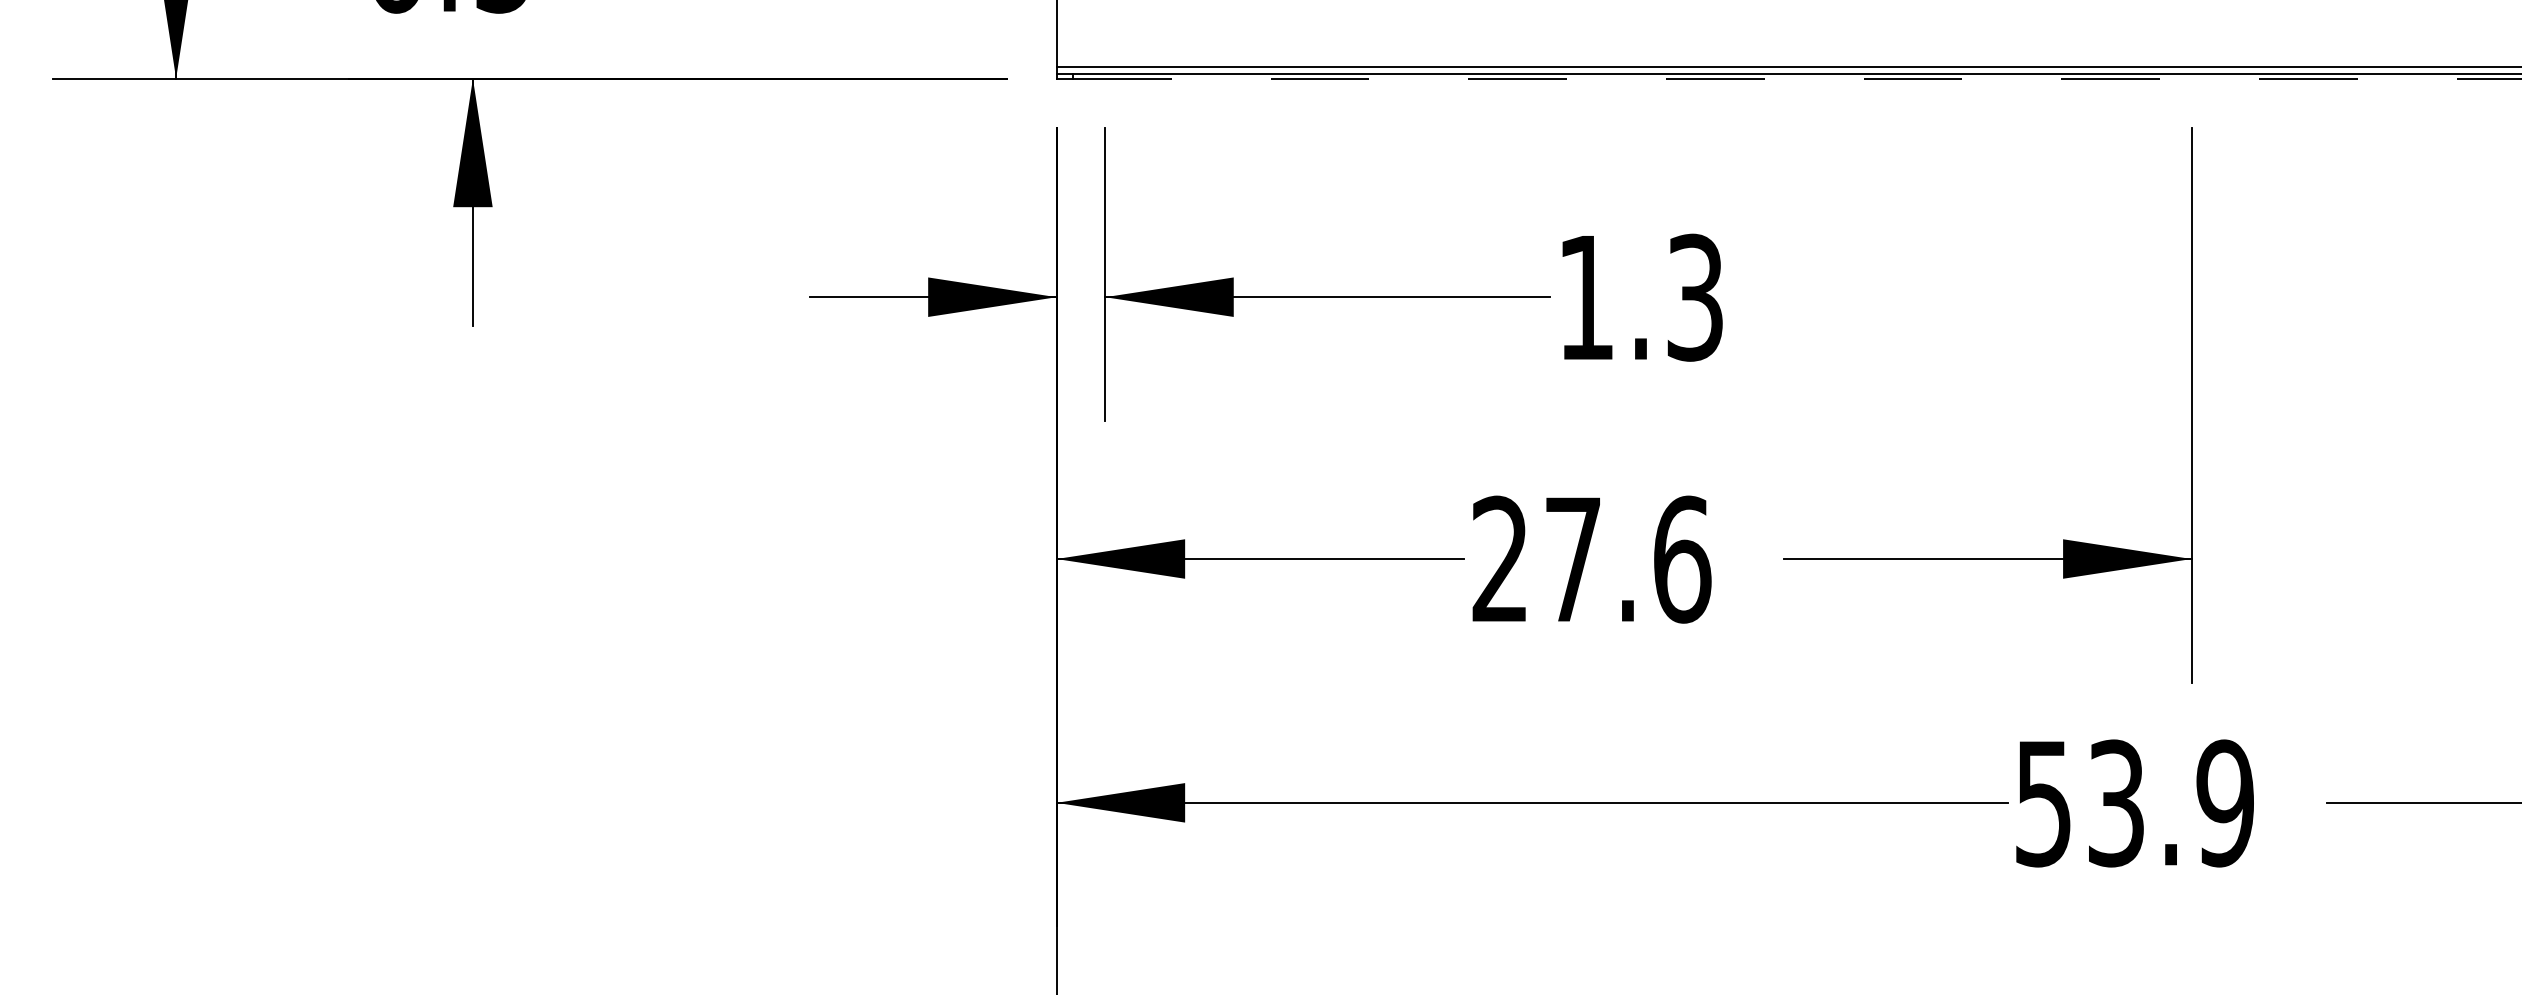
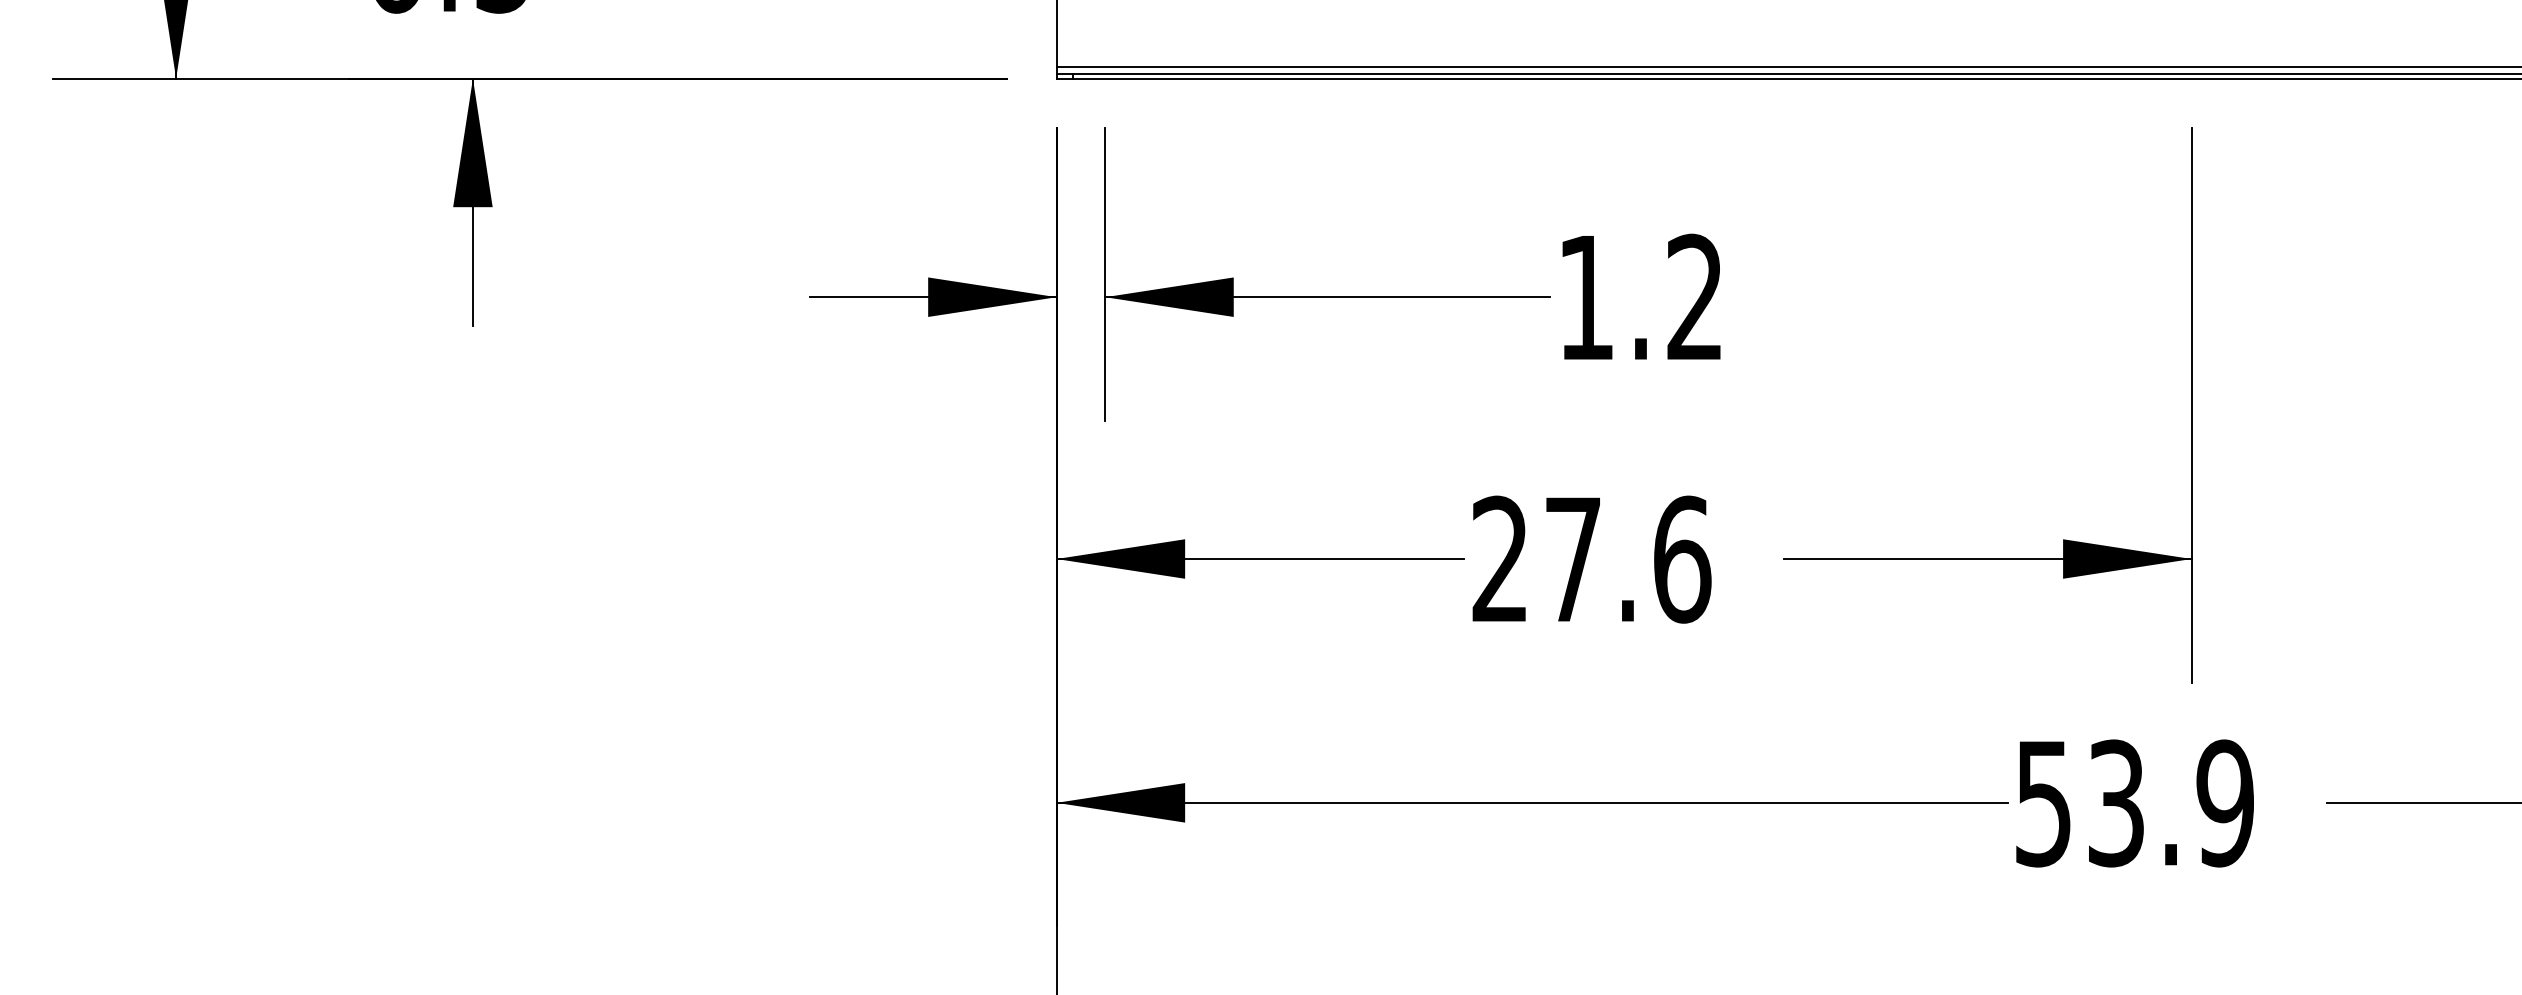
line at (1797, 78): dashed -> solid
text at (1694, 297): 1.3 -> 1.2
